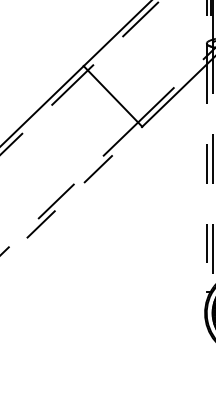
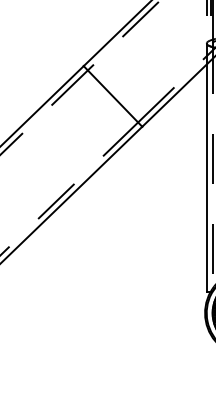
line at (206, 178): dashed -> solid
line at (71, 195): dashed -> solid
